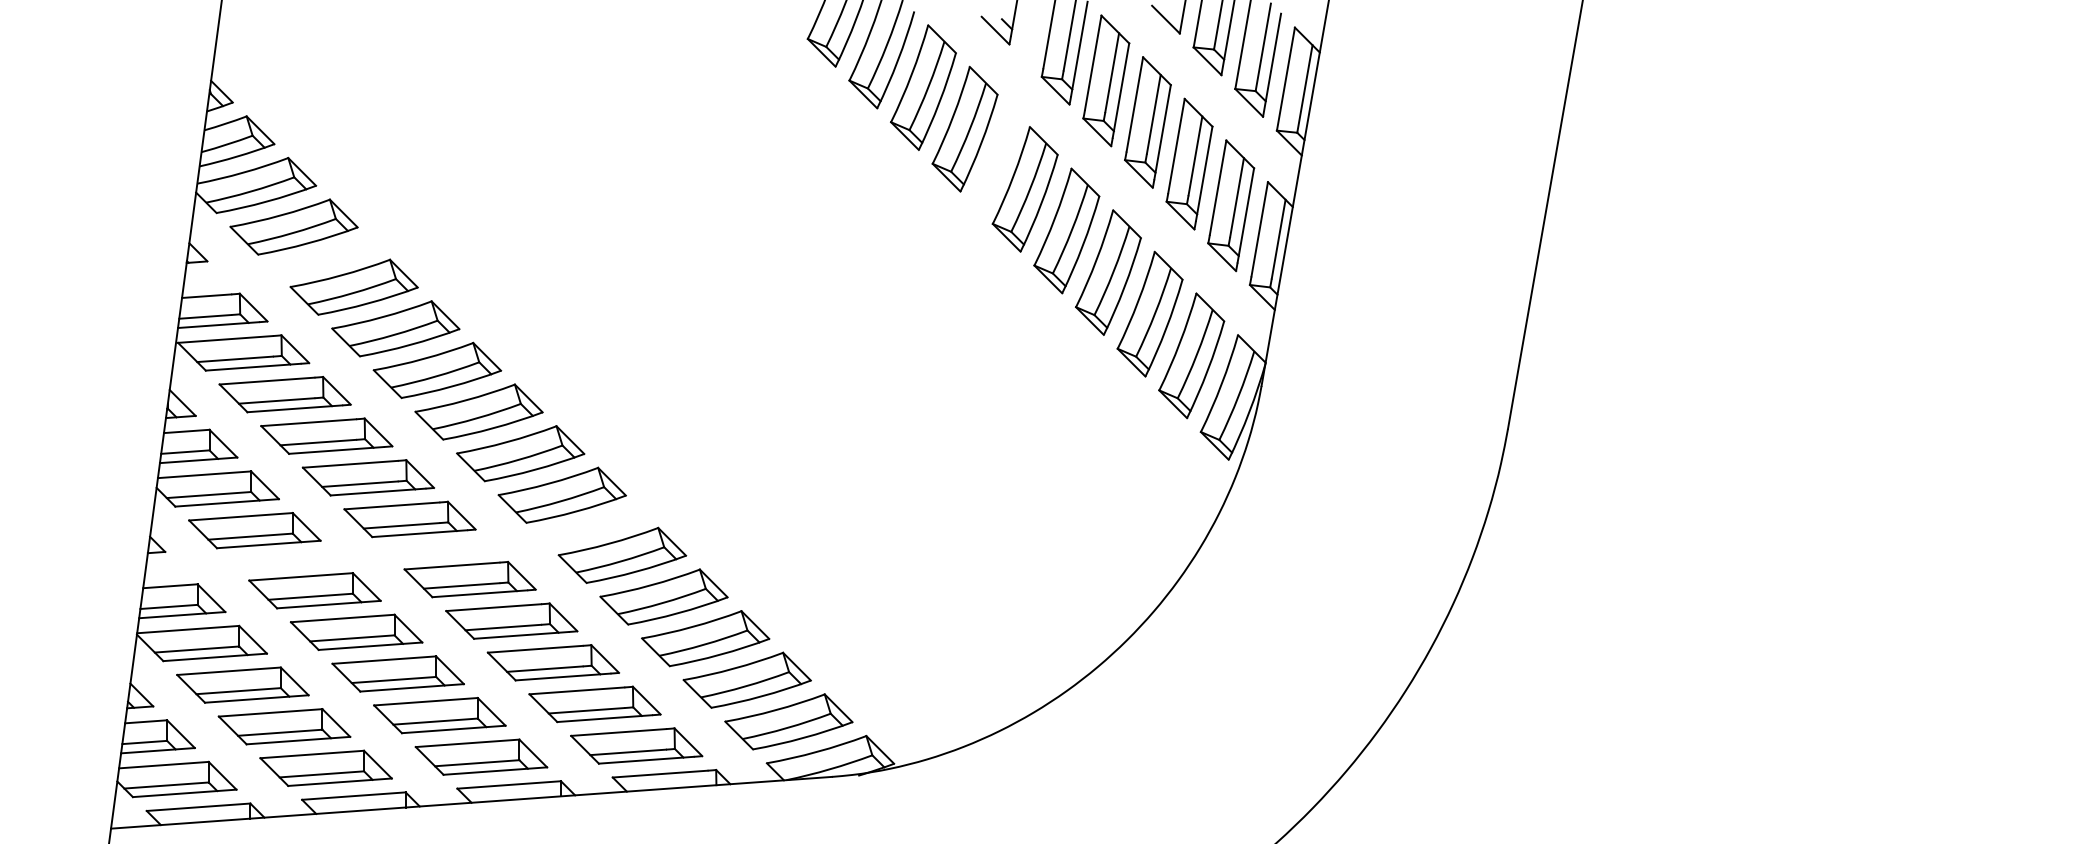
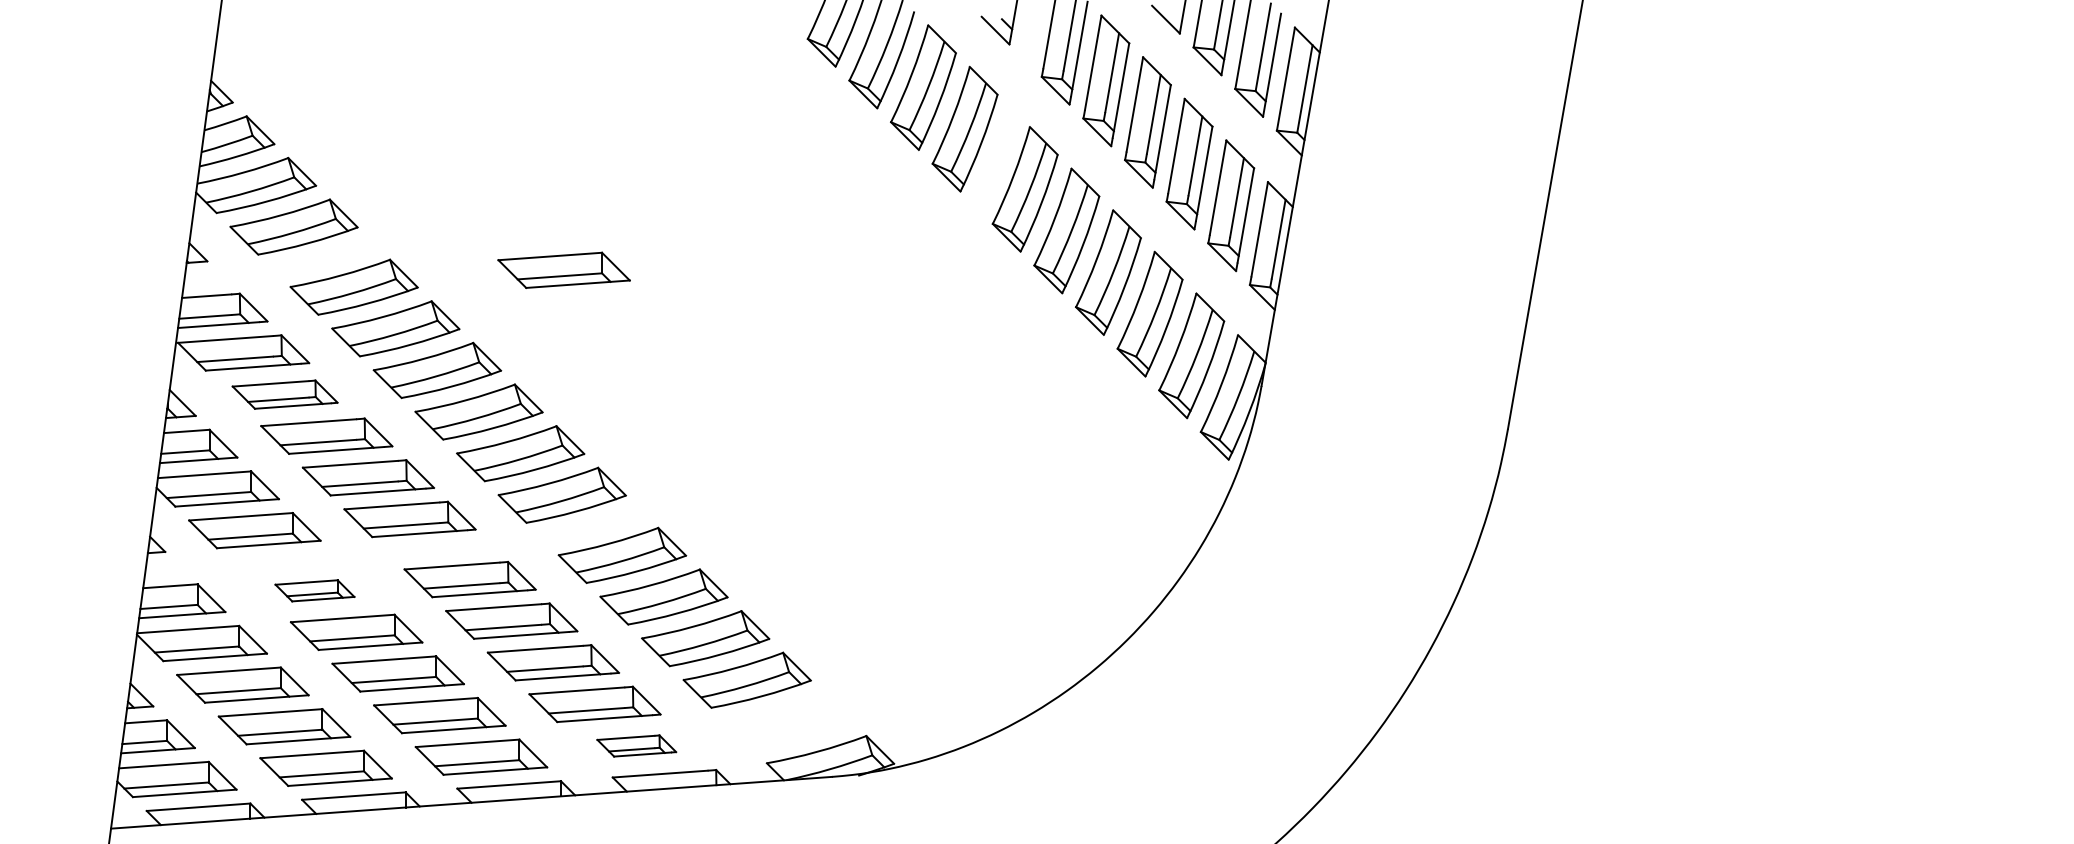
part at (563, 269): none -> present
part at (284, 394) size: 134x38 px -> 108x31 px
part at (314, 590) size: 134x38 px -> 82x24 px
part at (788, 721): present -> none
part at (636, 745) size: 134x38 px -> 82x24 px
